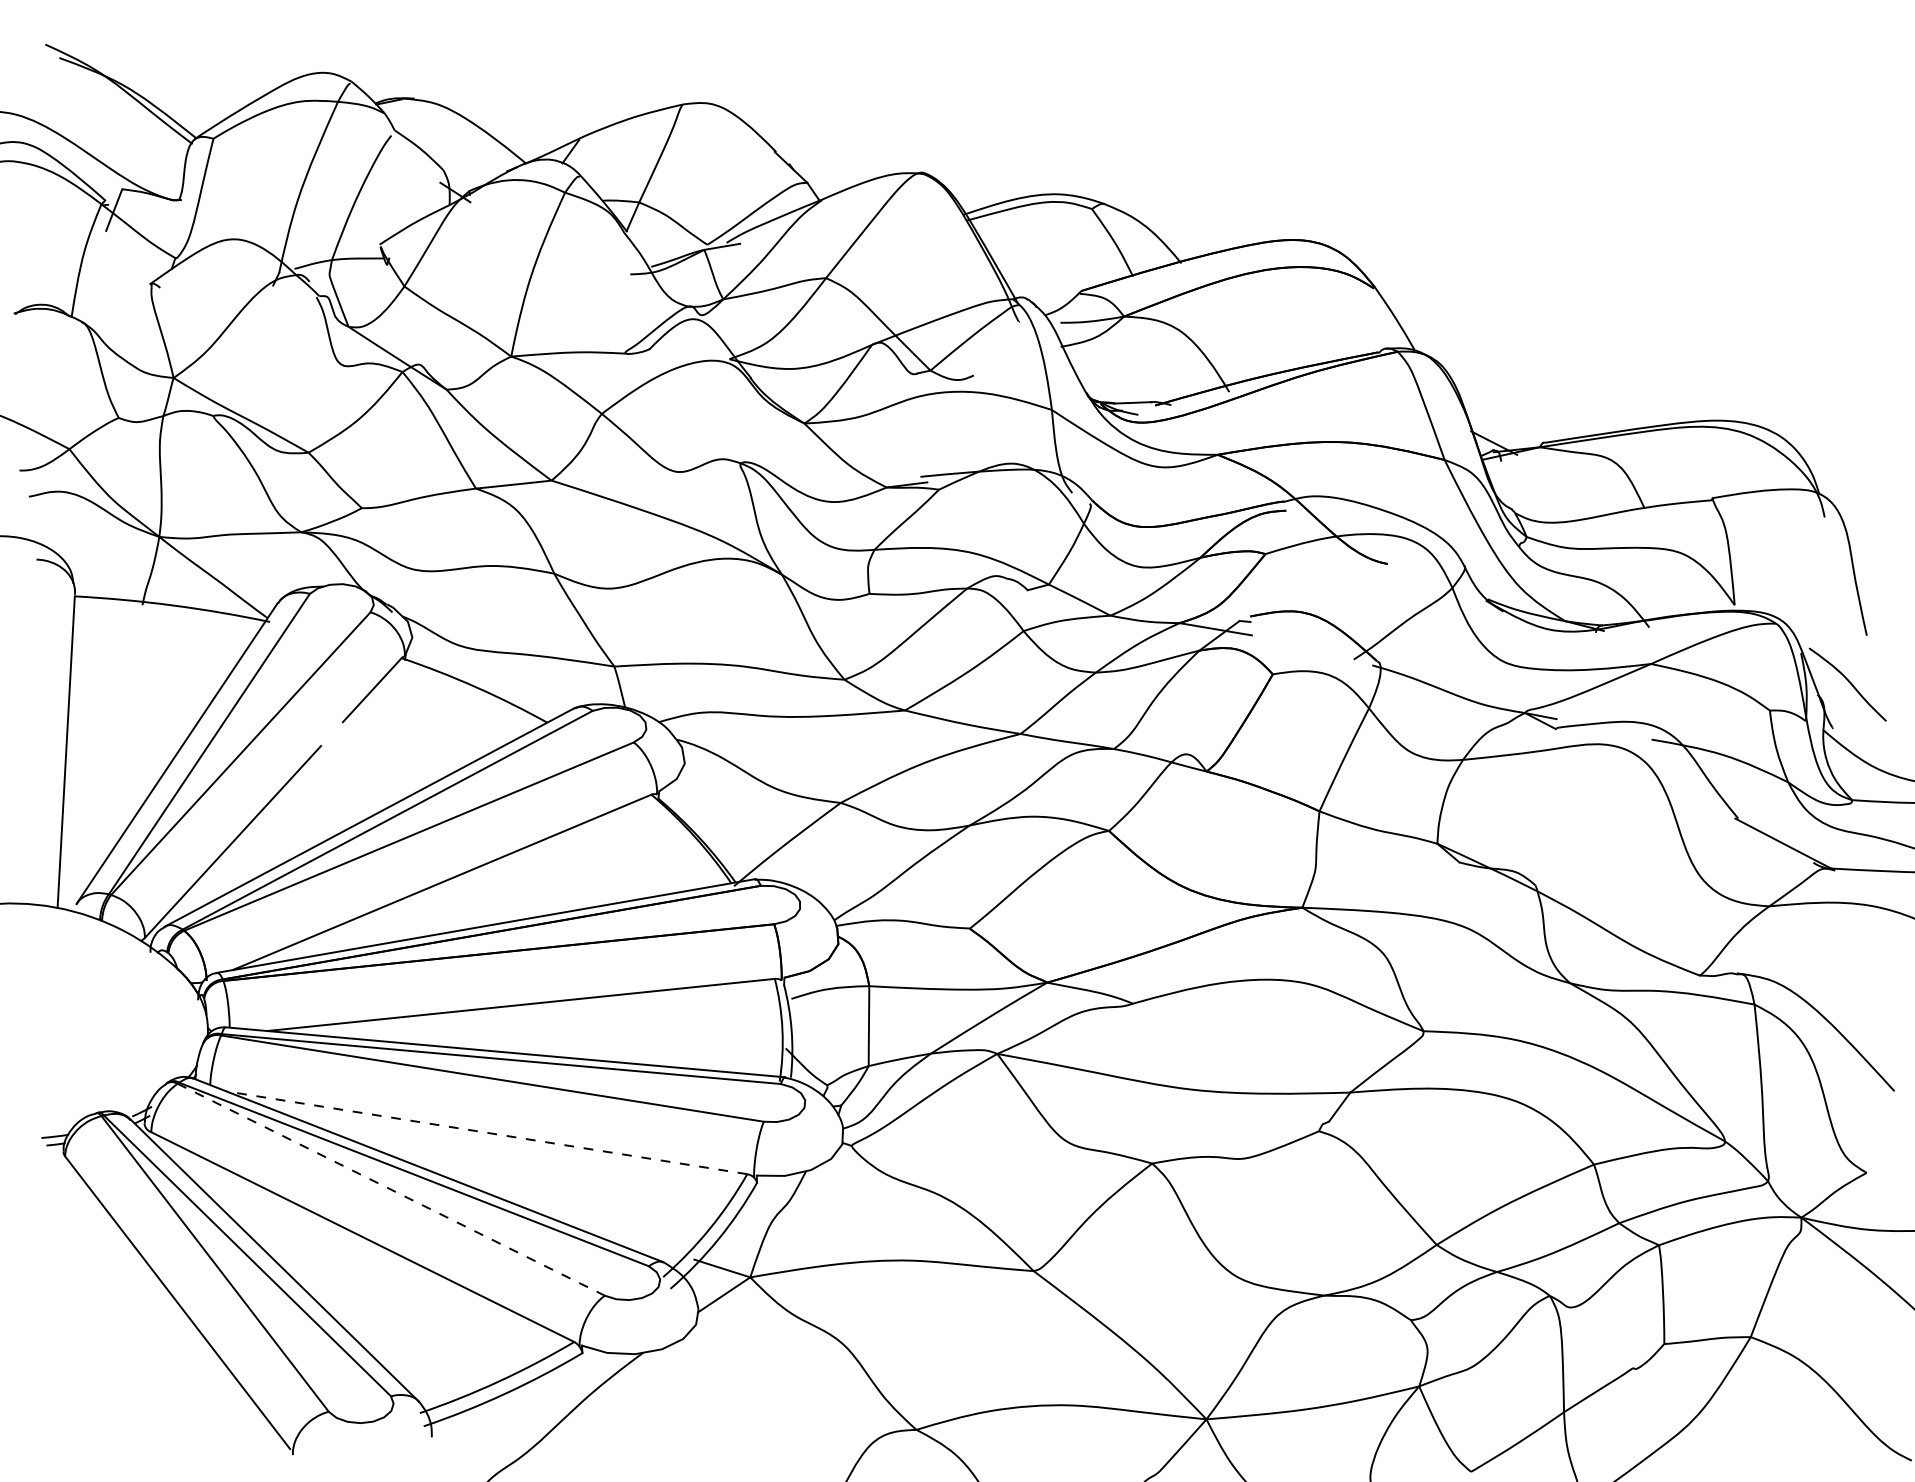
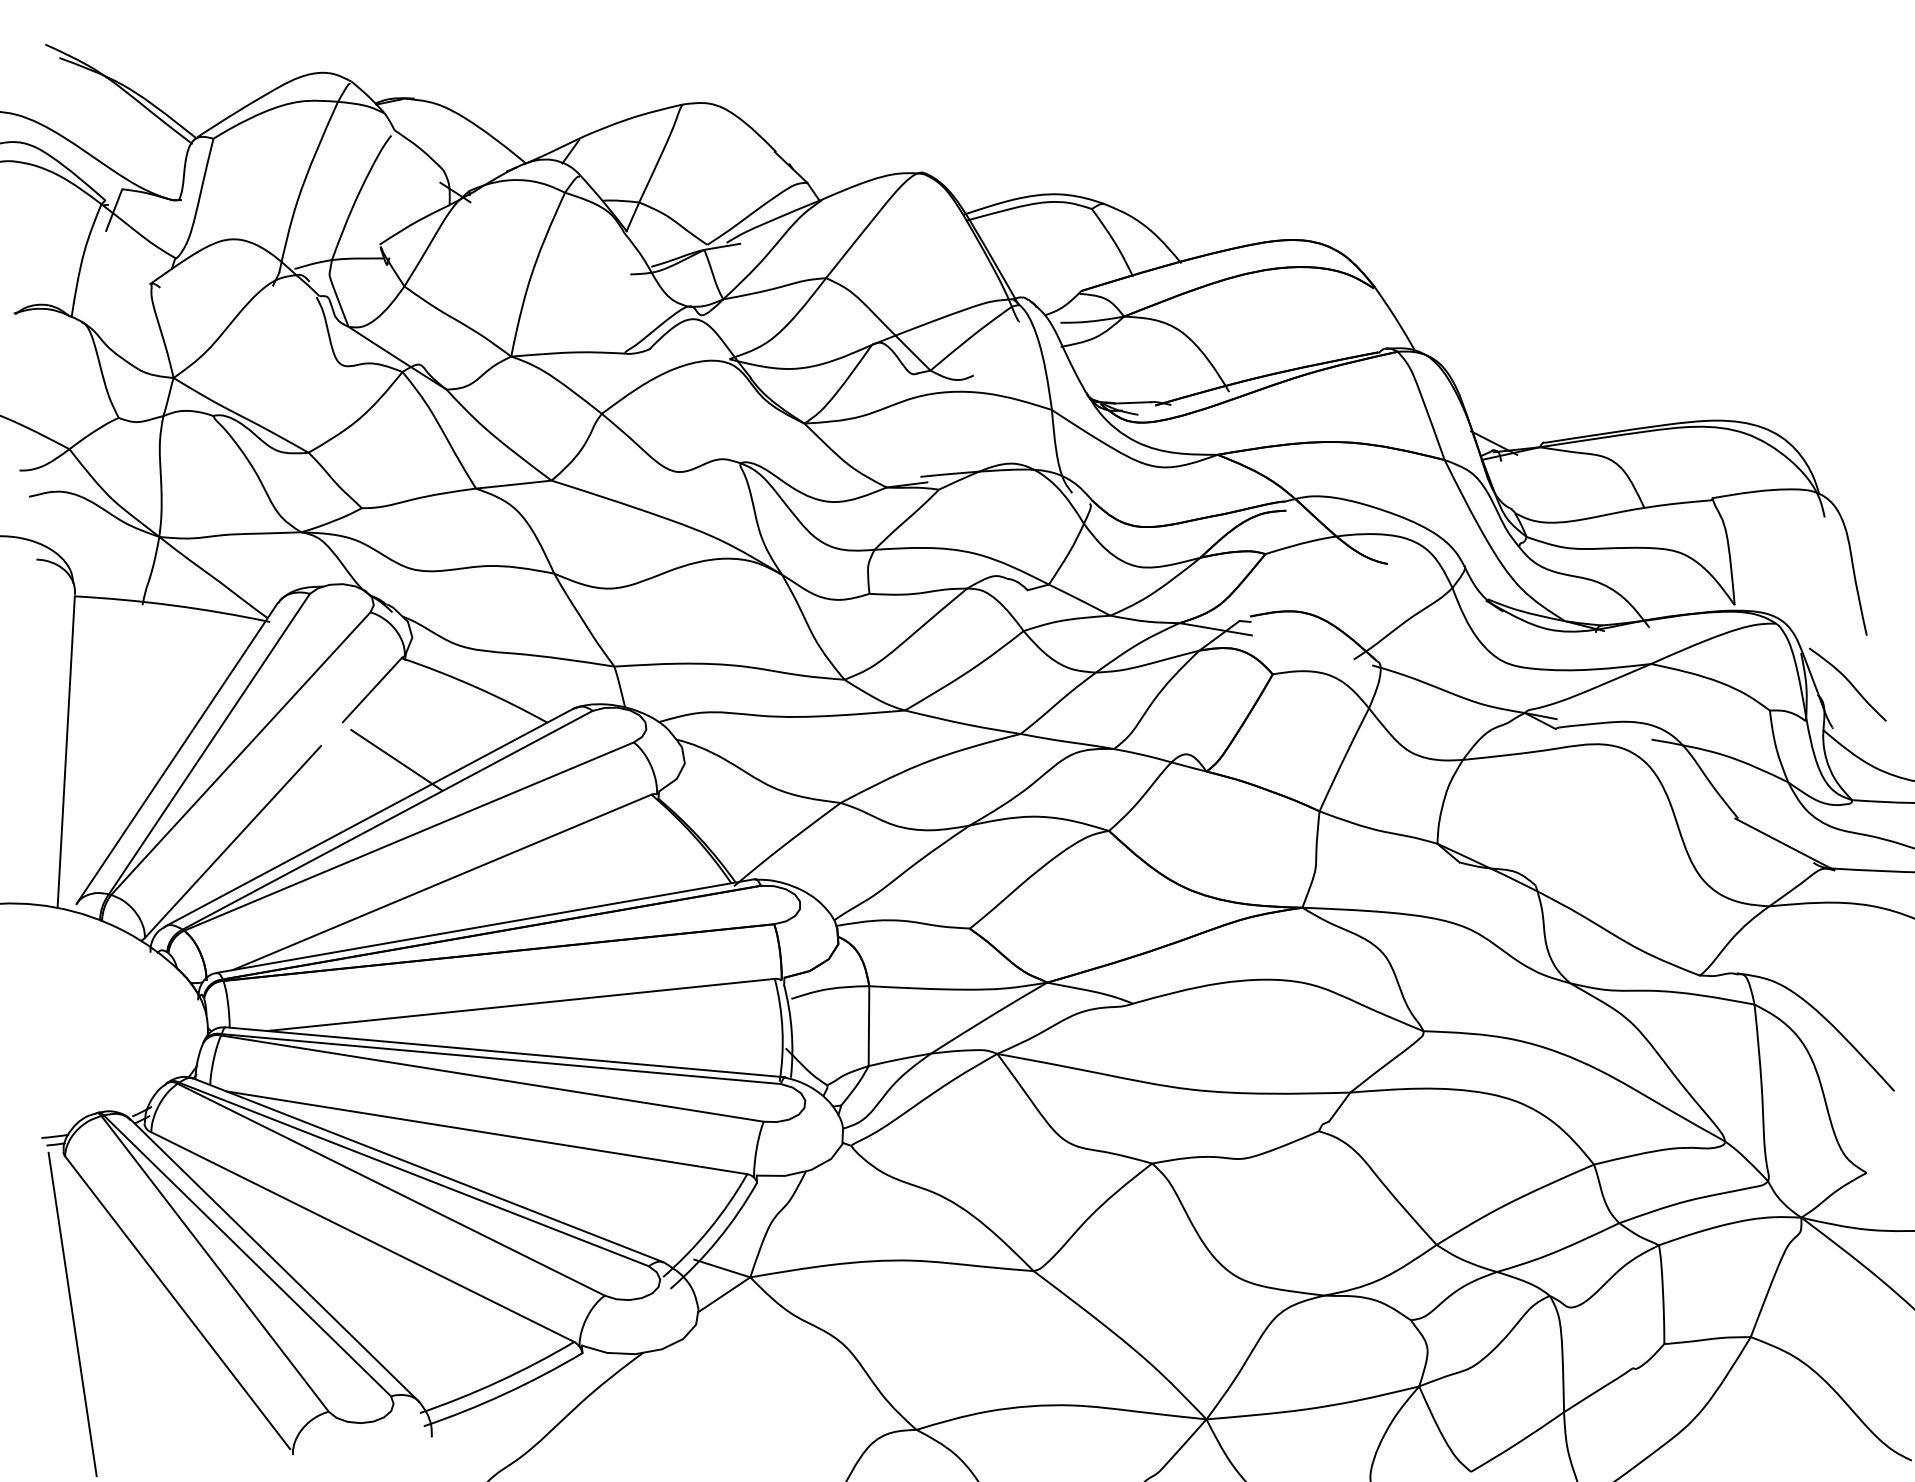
line at (396, 760): none -> present
line at (486, 1132): dashed -> solid
line at (391, 1189): dashed -> solid
line at (72, 1314): none -> present
